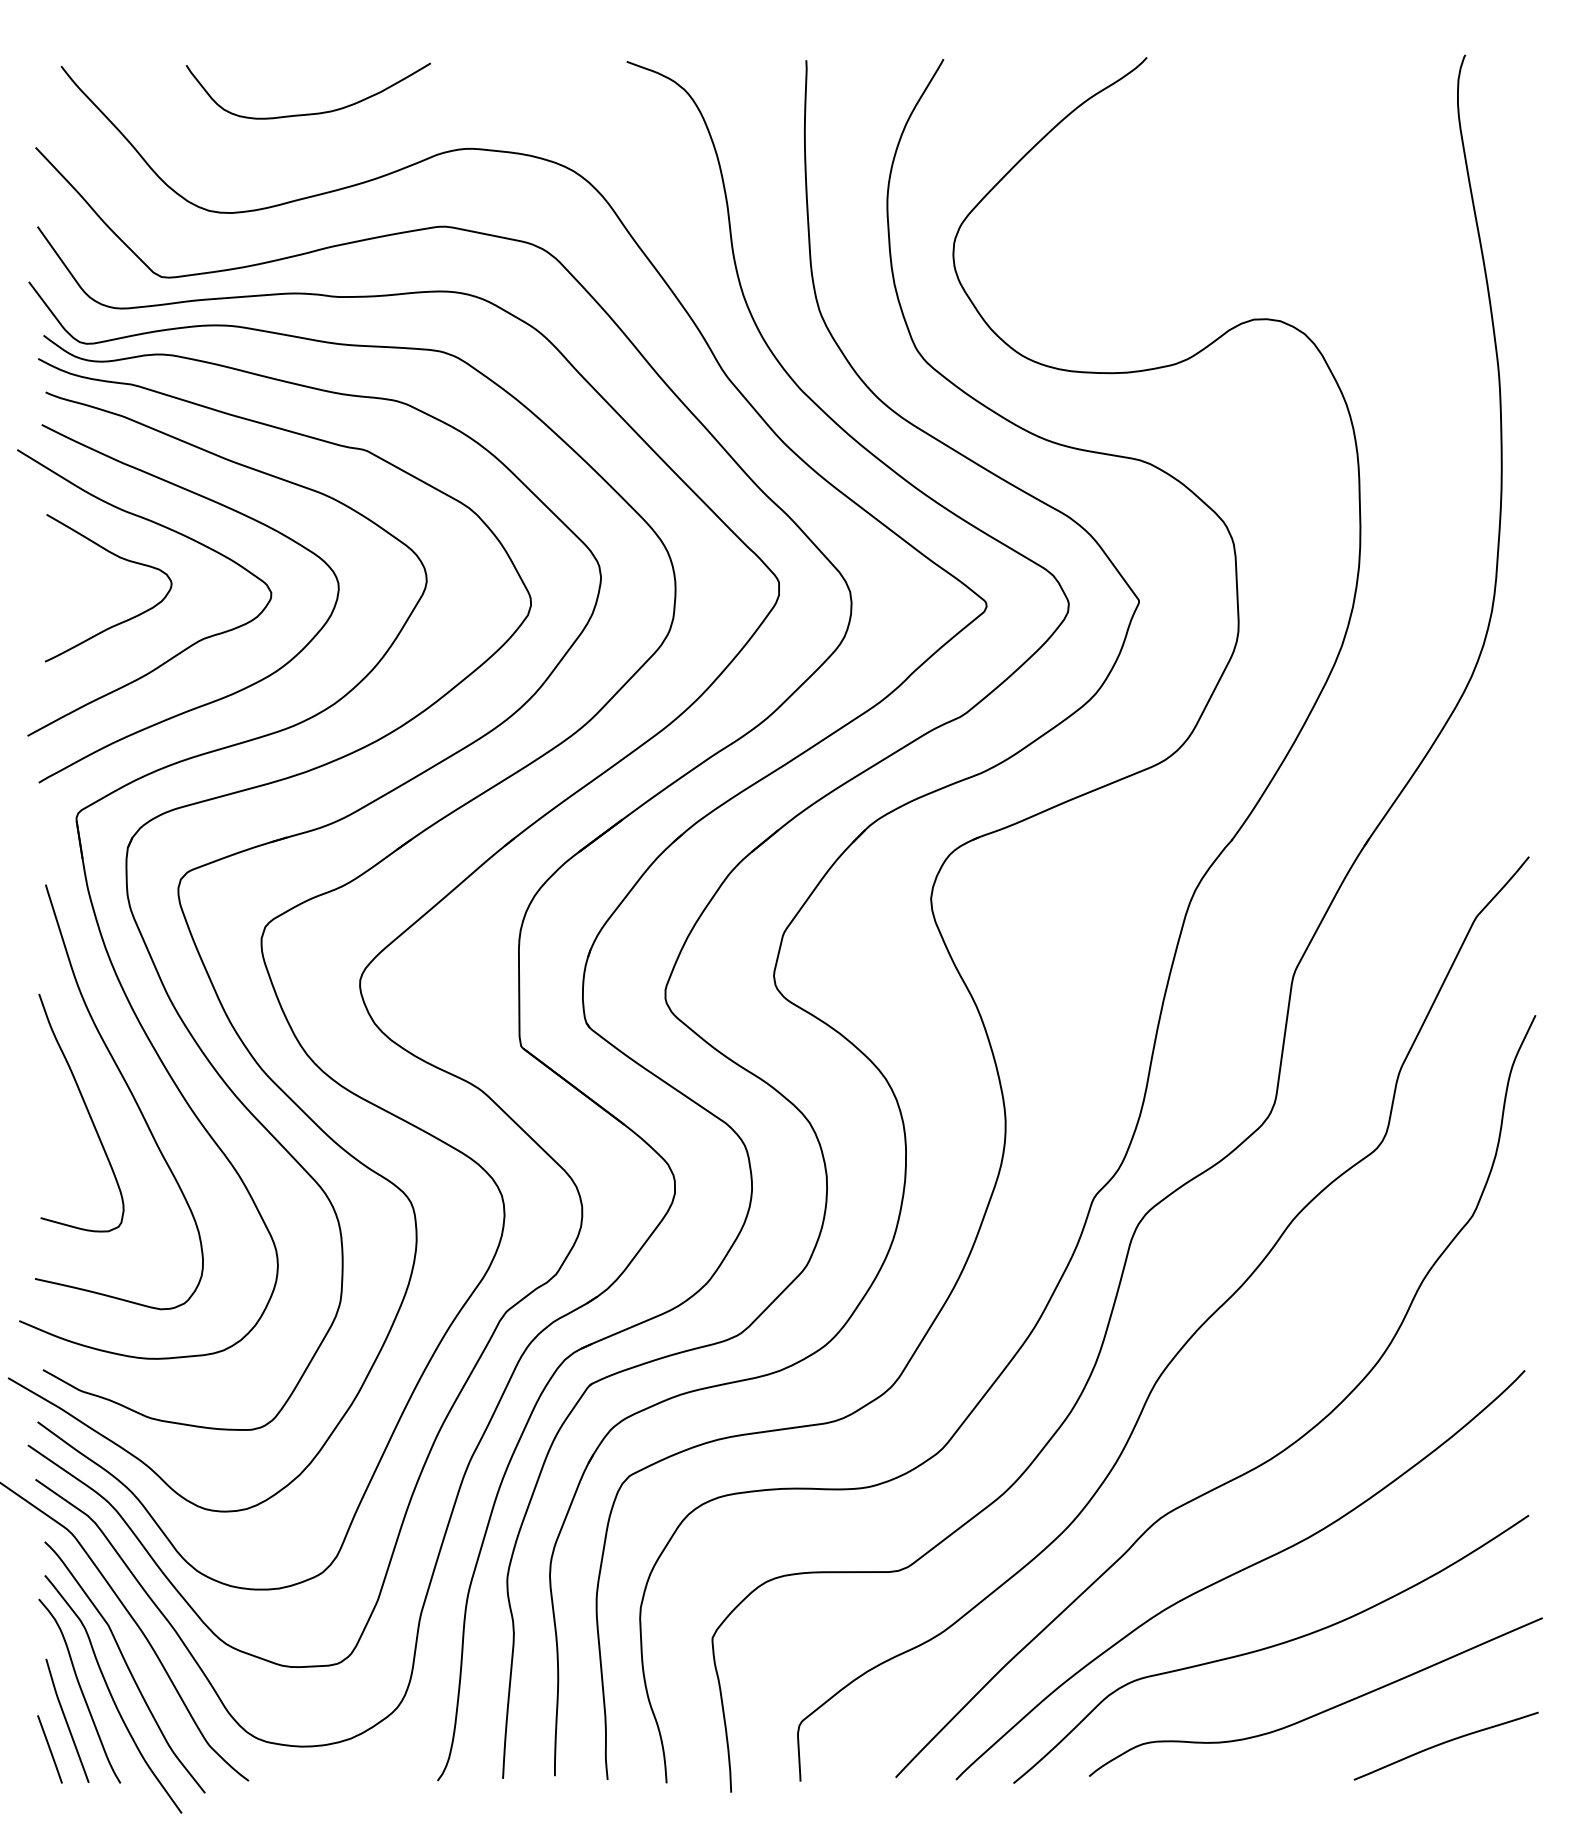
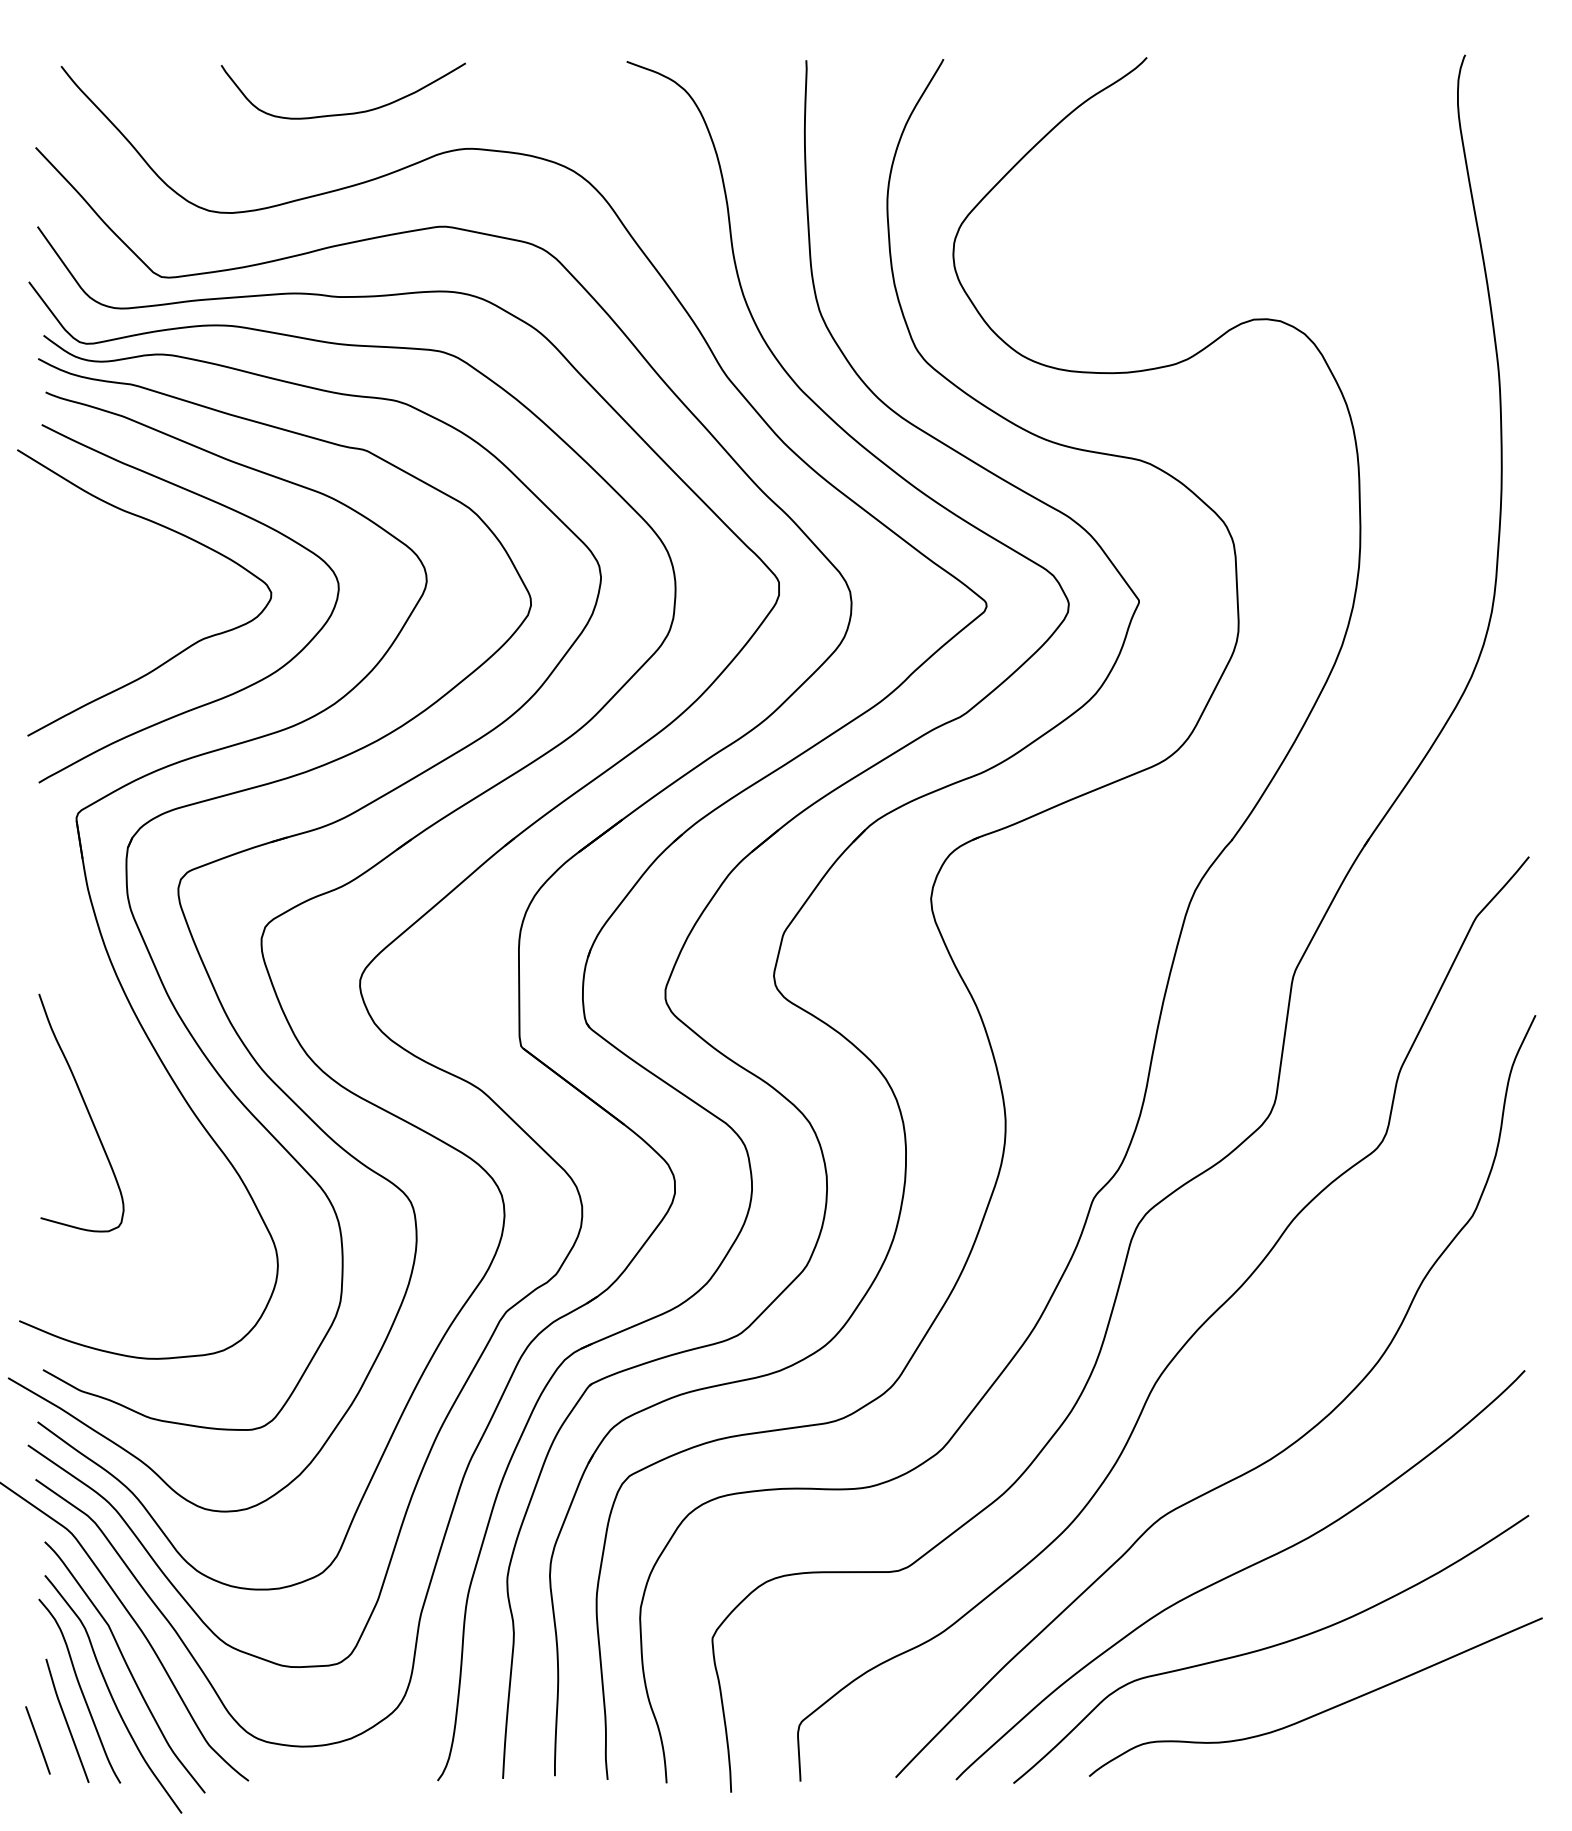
curve at (307, 113) position: (307, 113) -> (342, 113)
curve at (119, 558): present -> none
curve at (129, 1091): present -> none
curve at (1445, 1743): present -> none
line at (49, 1749) position: (49, 1749) -> (37, 1740)
